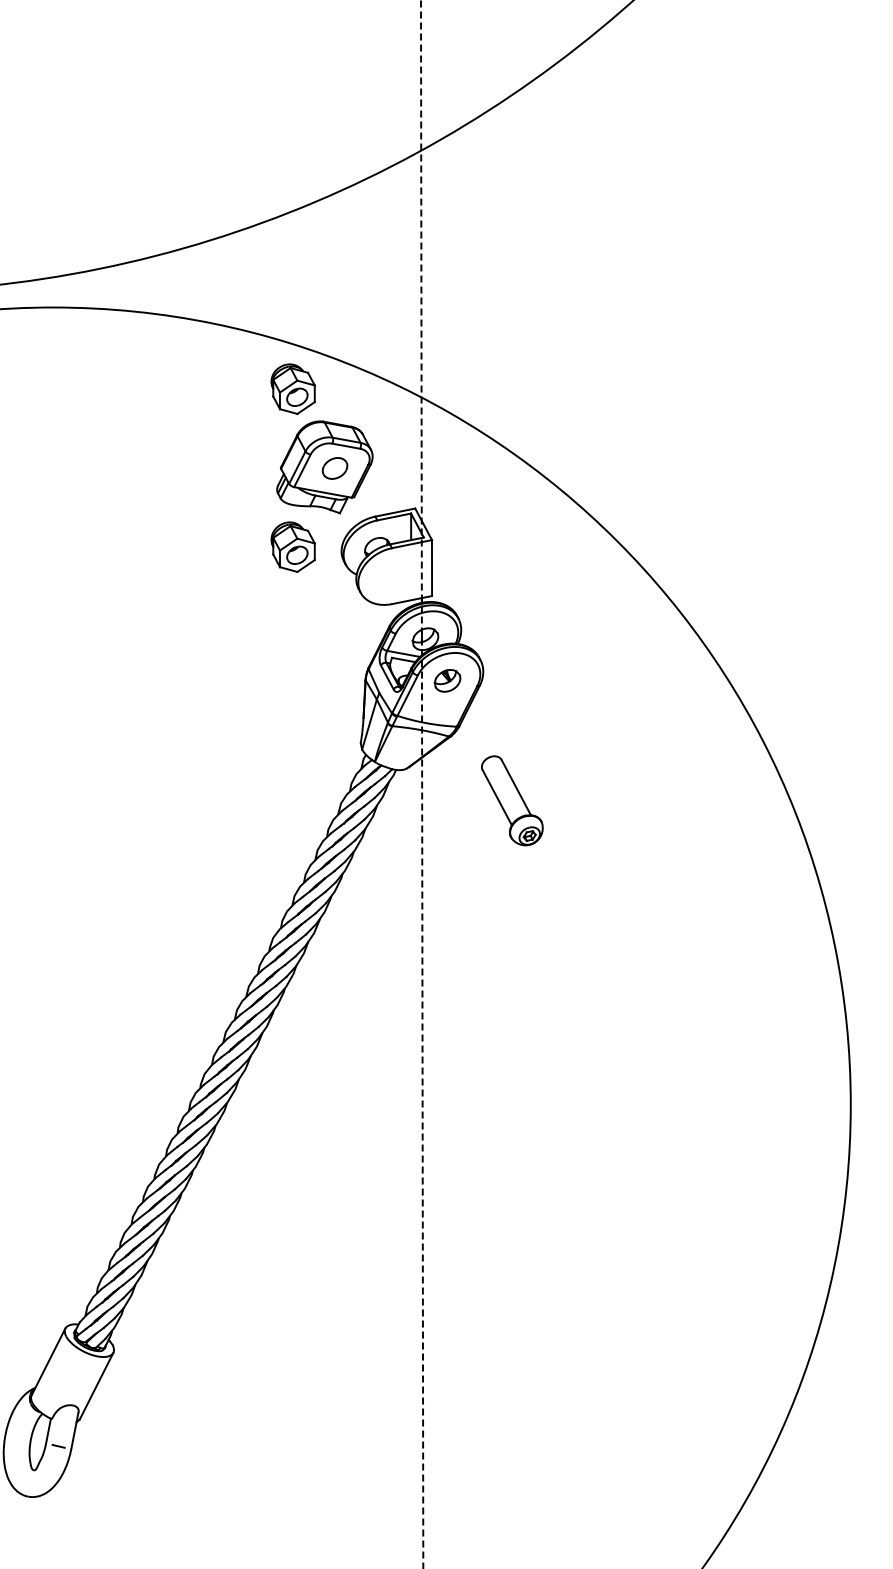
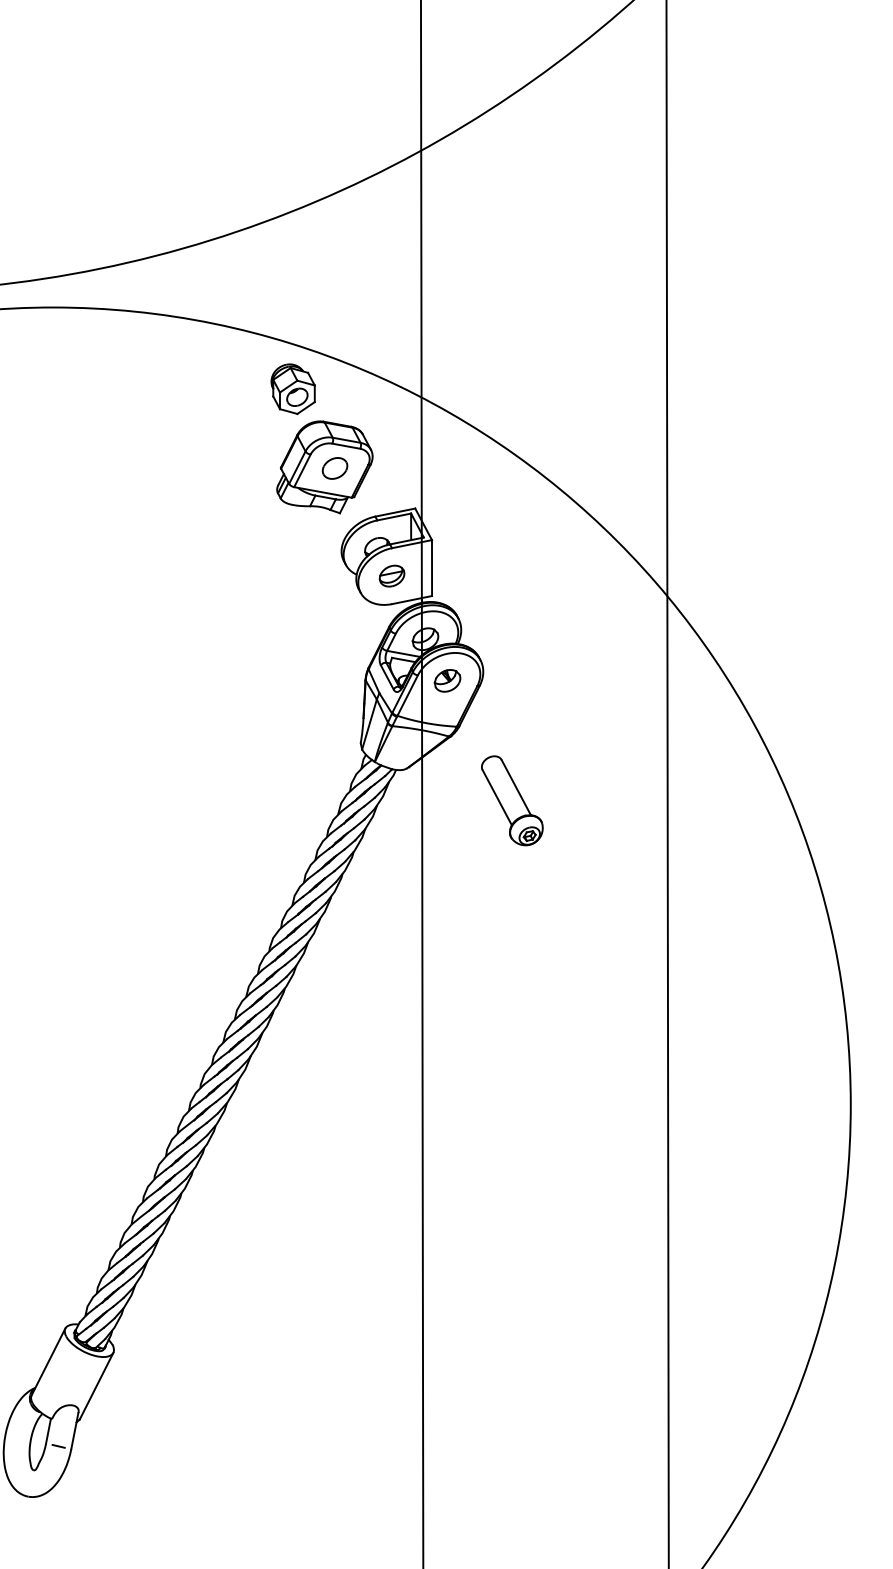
part at (292, 546): present -> none
part at (391, 575): none -> present
line at (667, 783): none -> present
line at (422, 784): dashed -> solid
